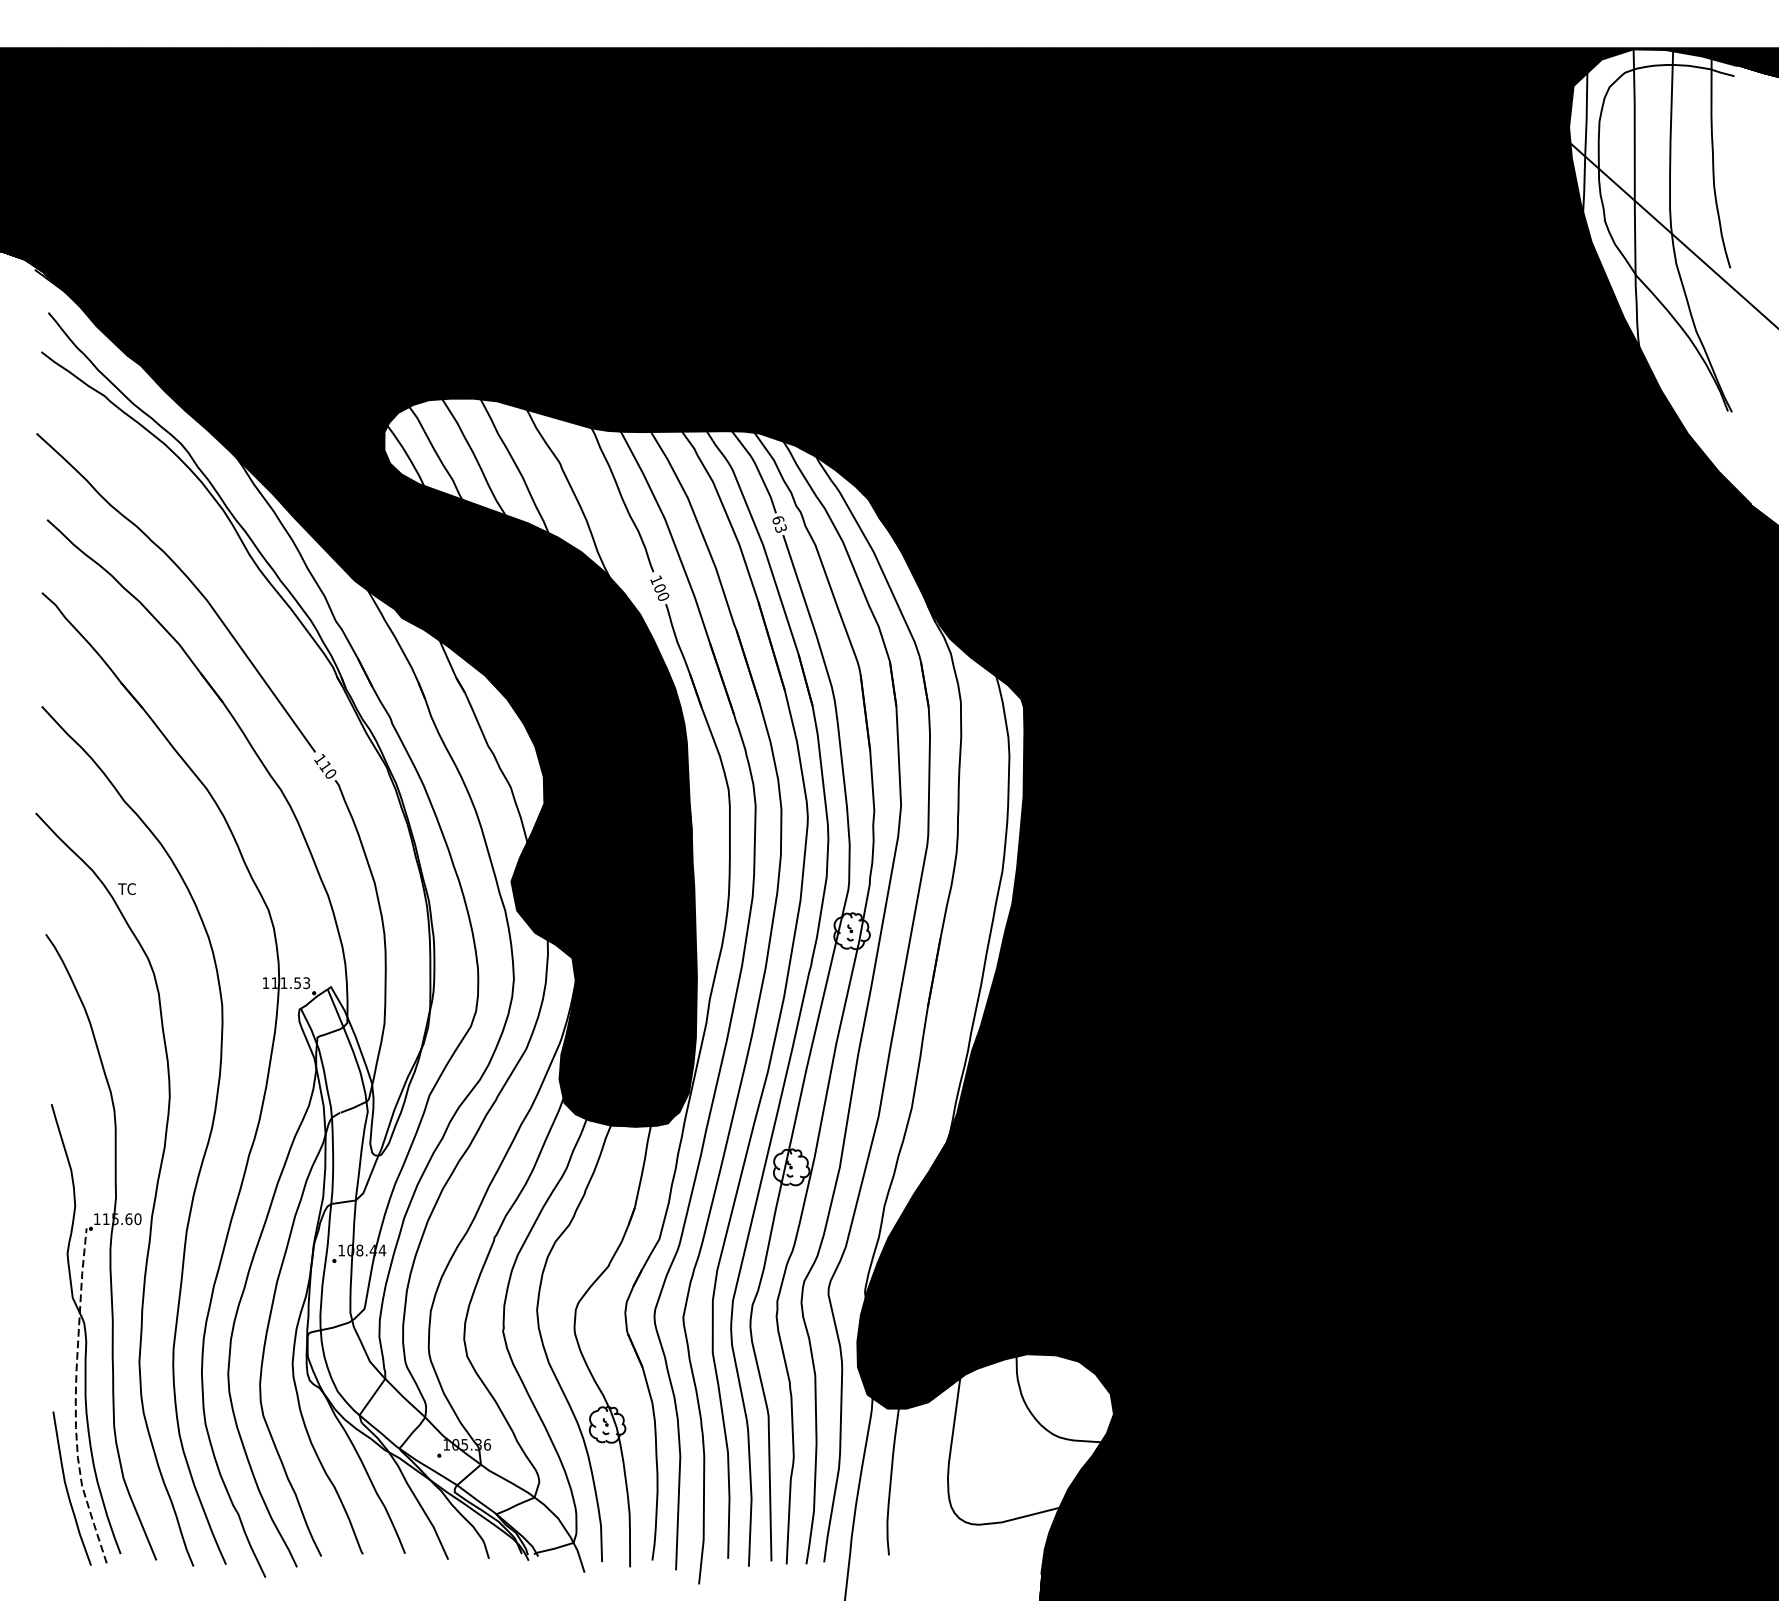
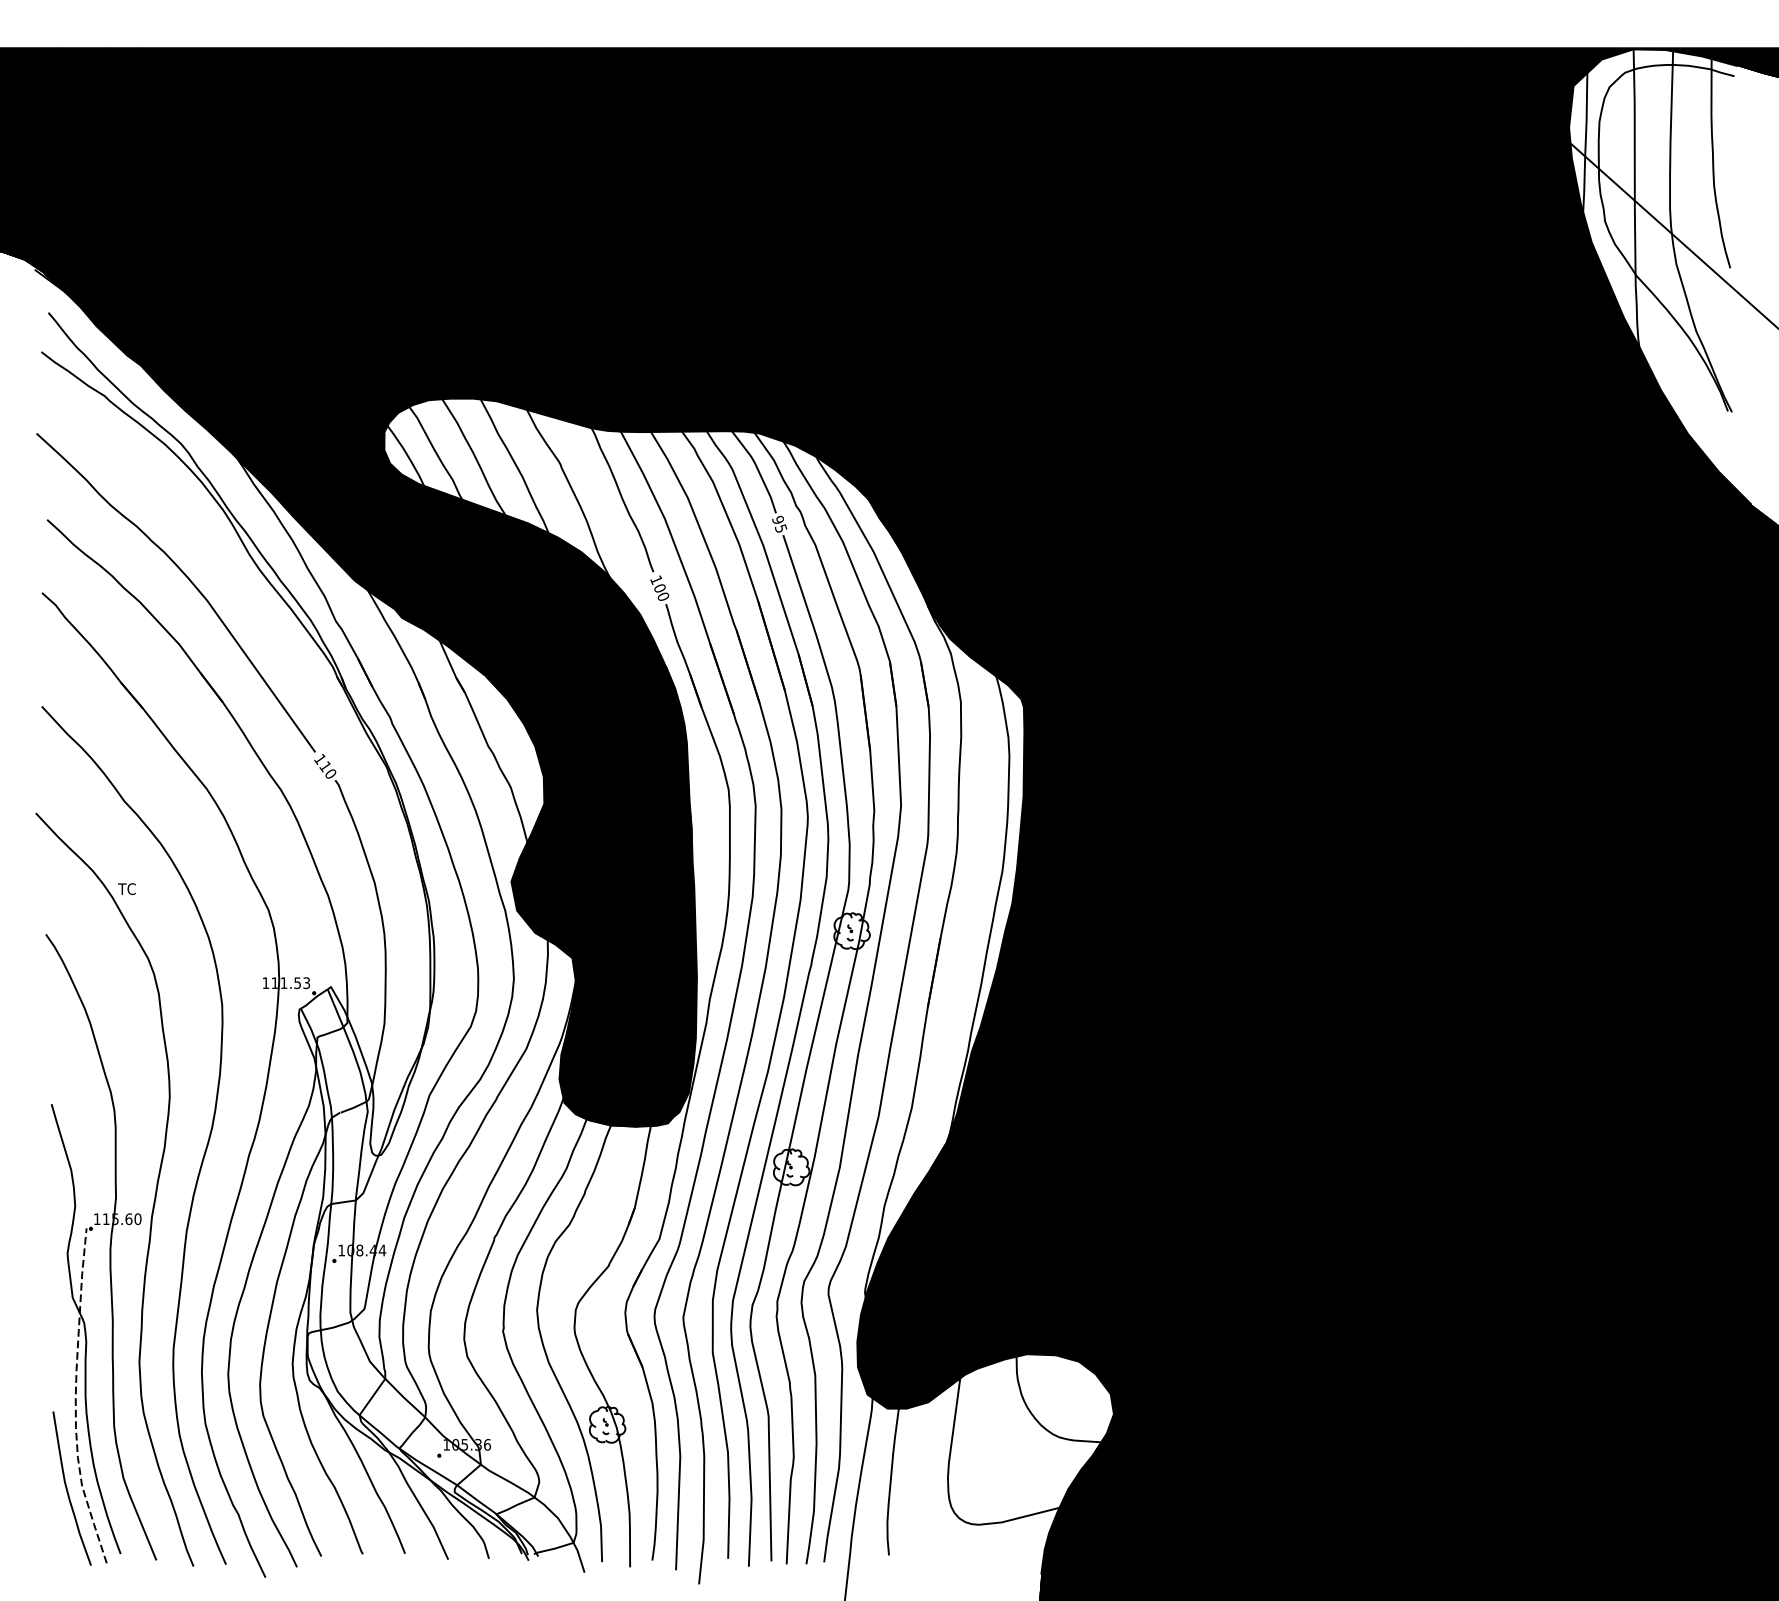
text at (779, 523): 63 -> 95
